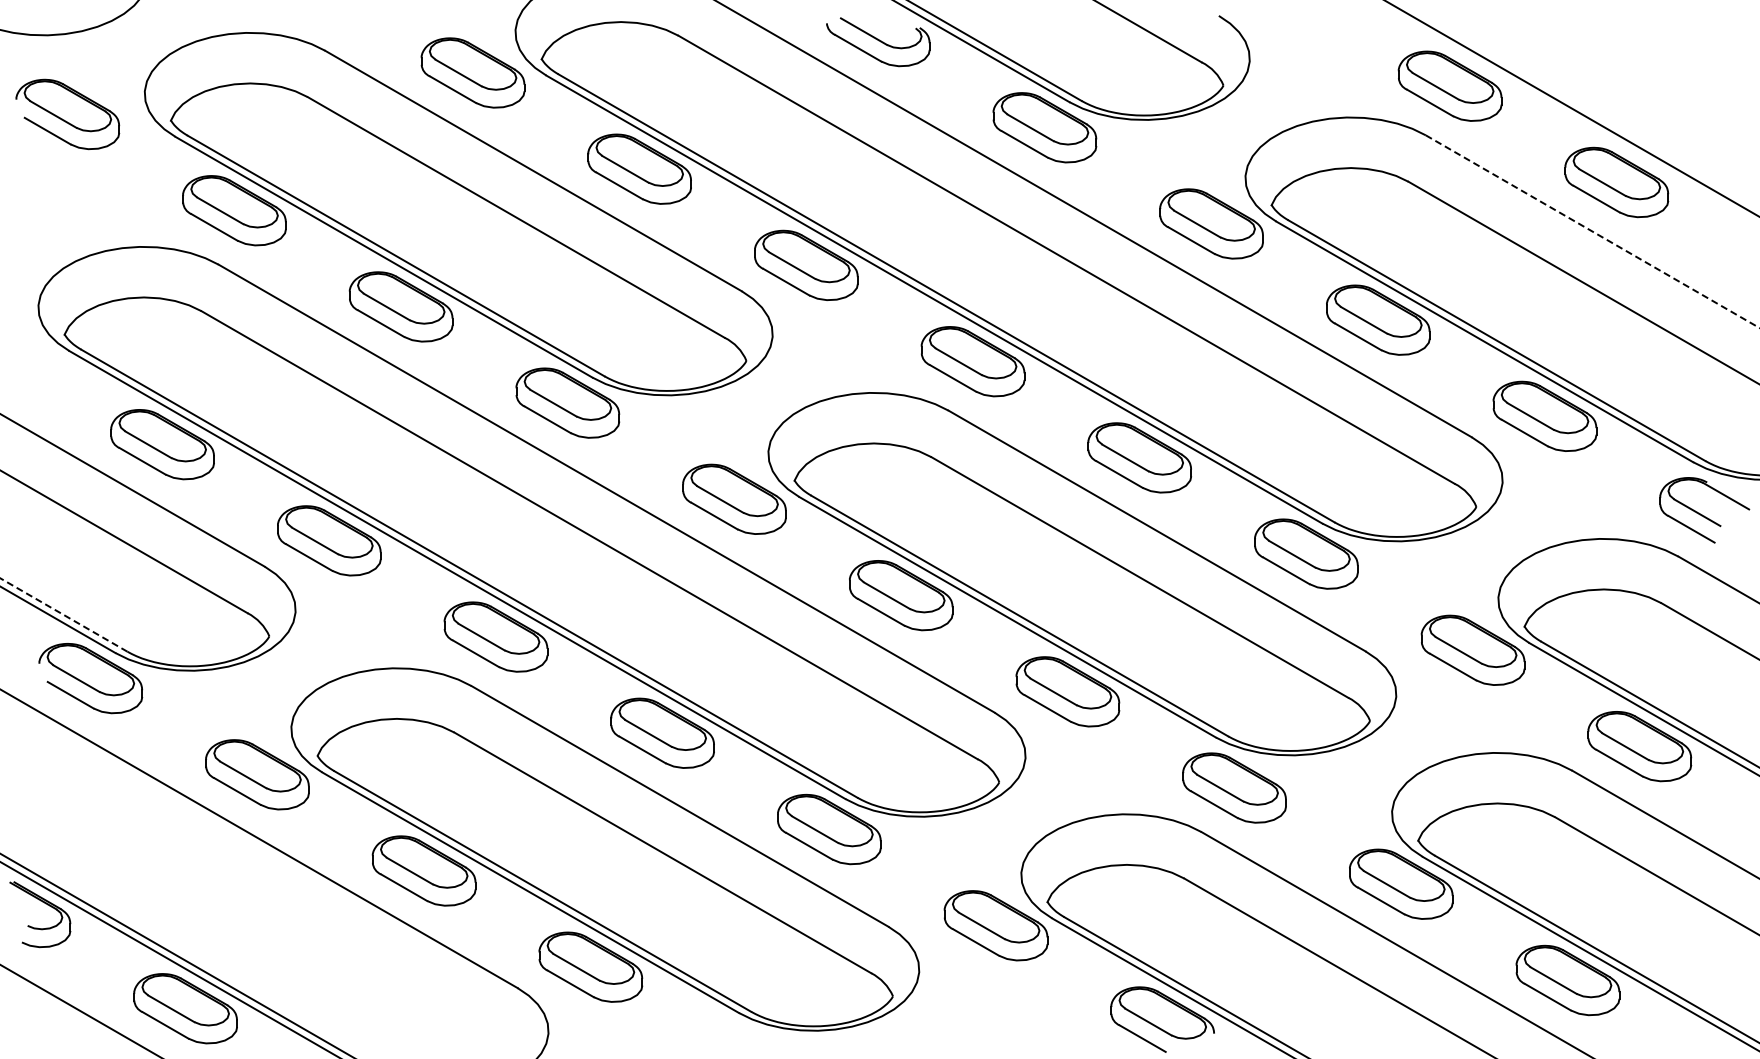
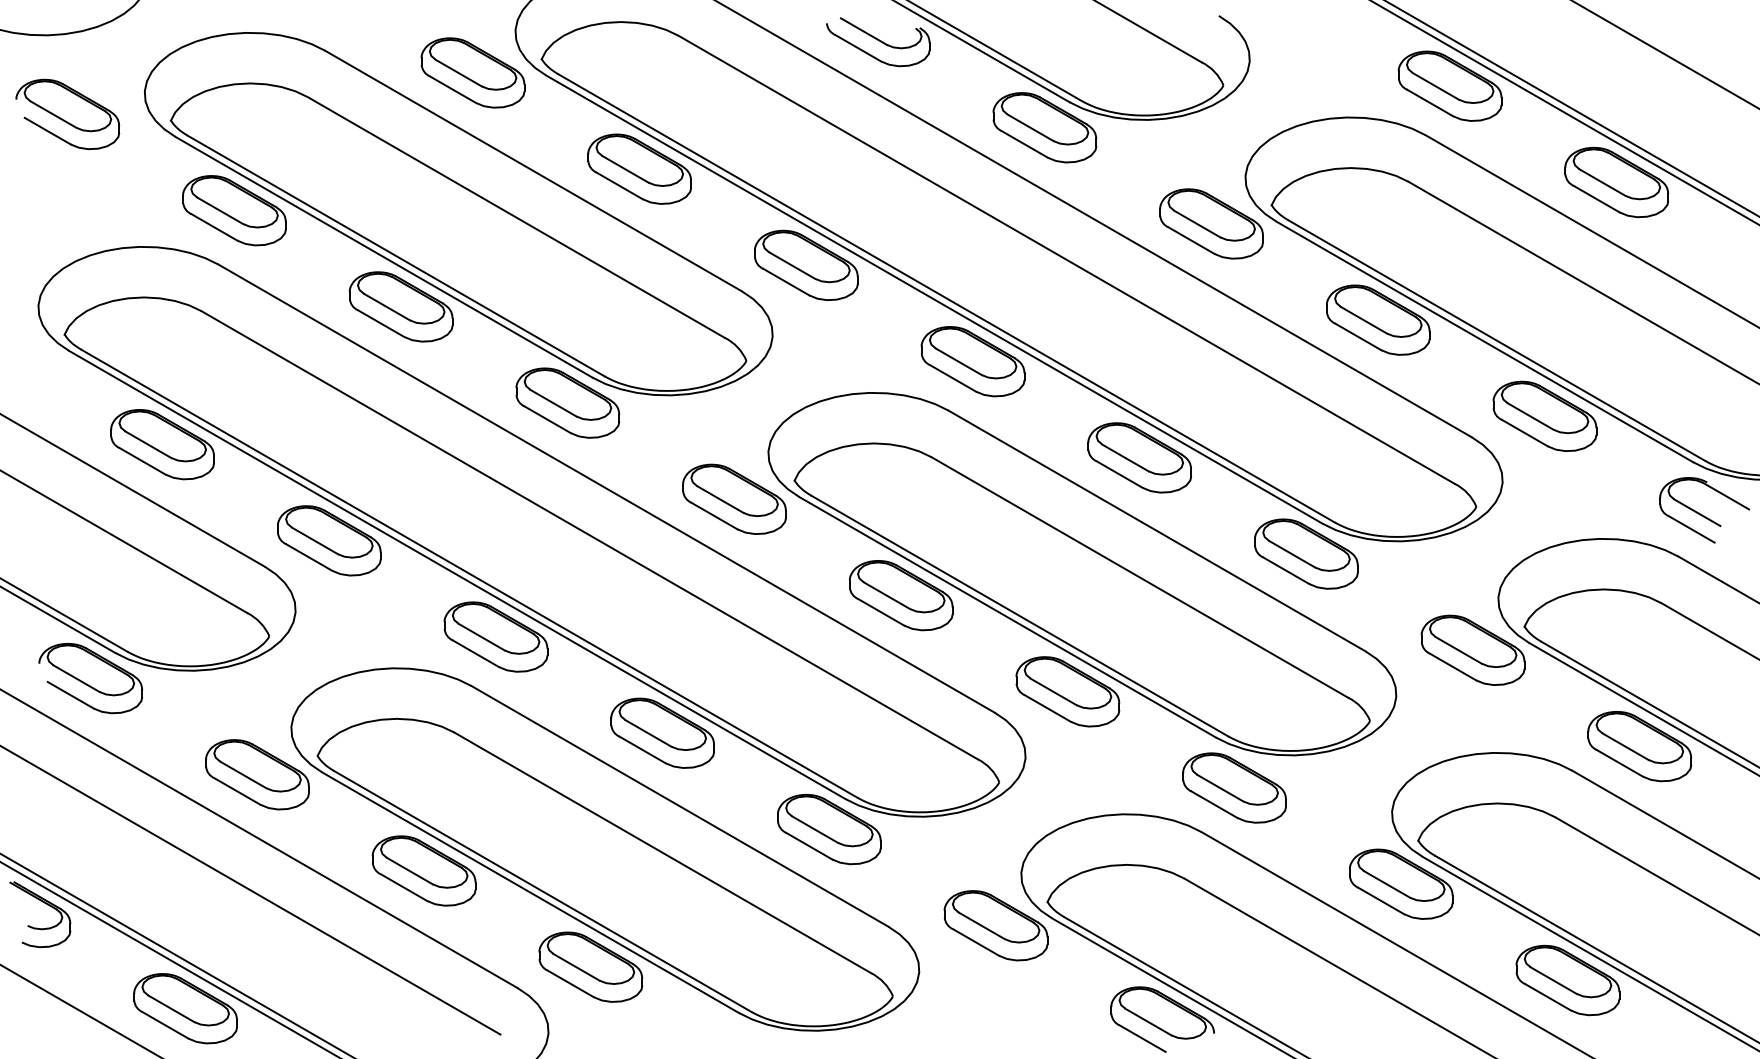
line at (1665, 54): none -> present
line at (1564, 112): none -> present
line at (1592, 231): dashed -> solid
line at (63, 614): dashed -> solid
line at (251, 890): none -> present
